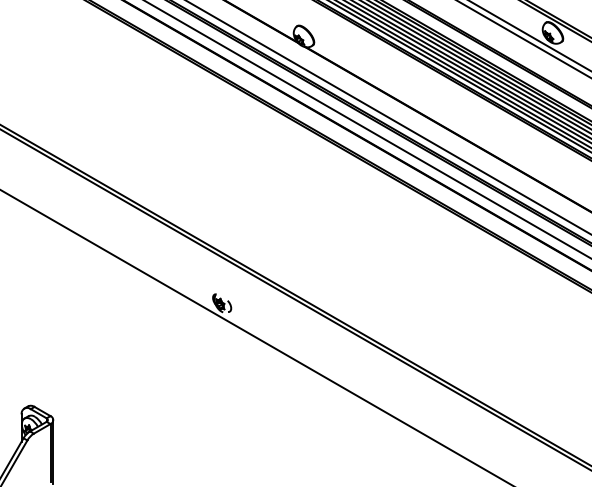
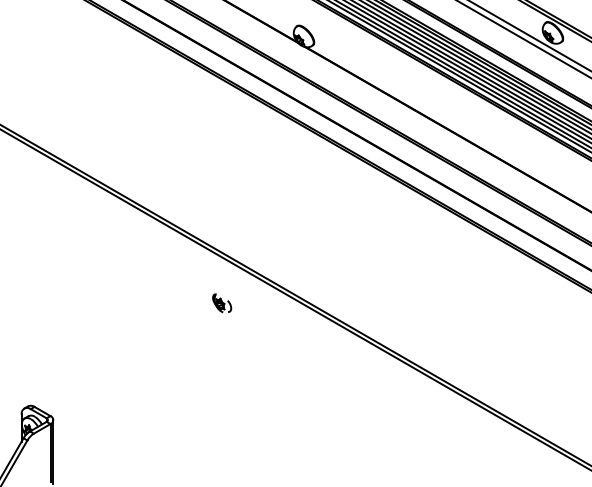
line at (388, 117): present -> none
line at (367, 129): present -> none
line at (255, 337): present -> none
